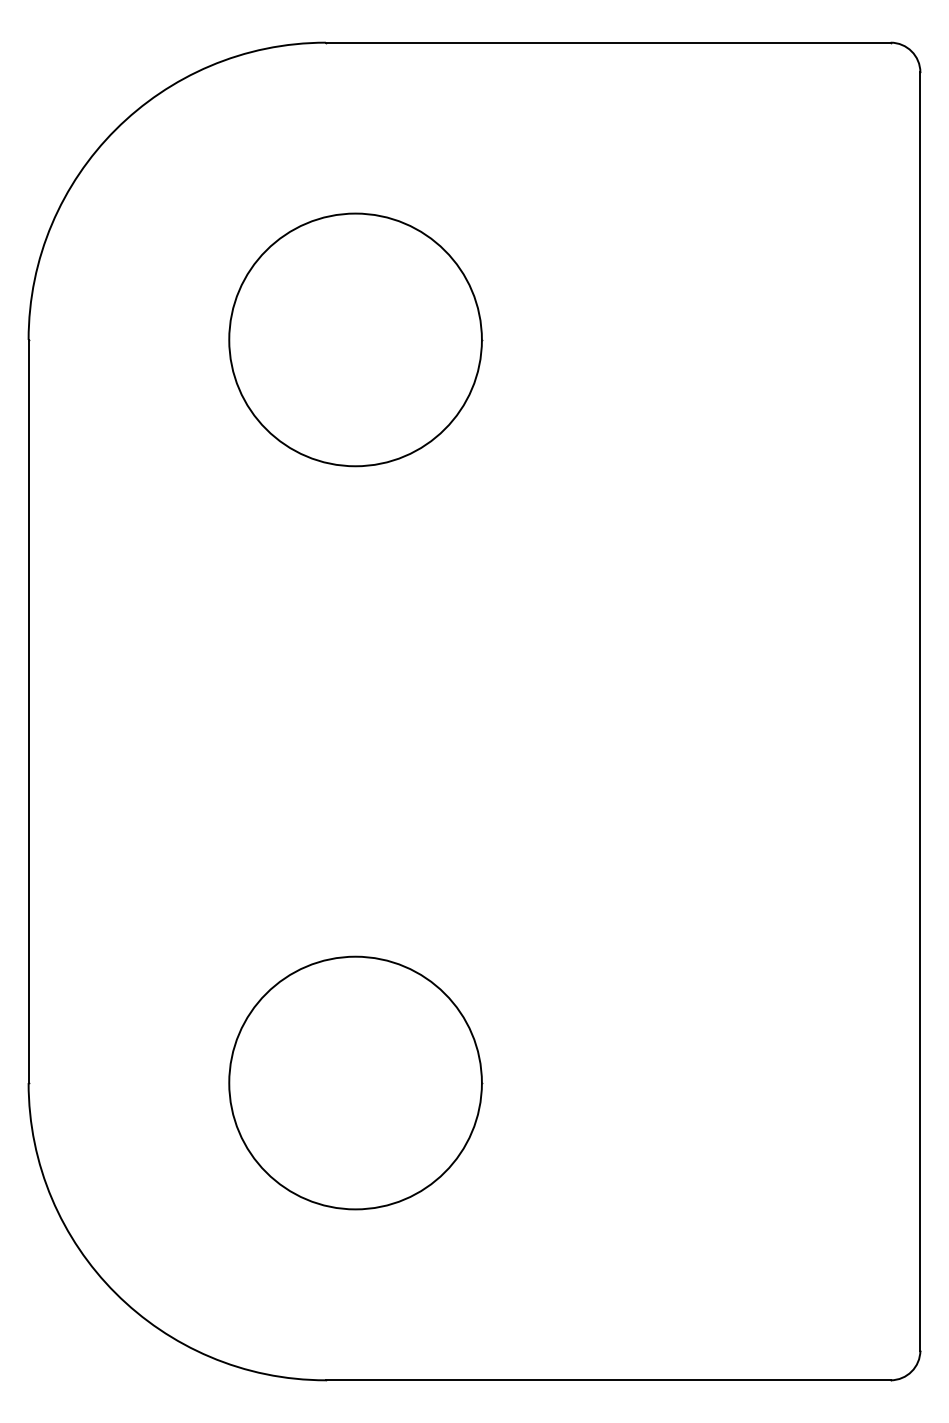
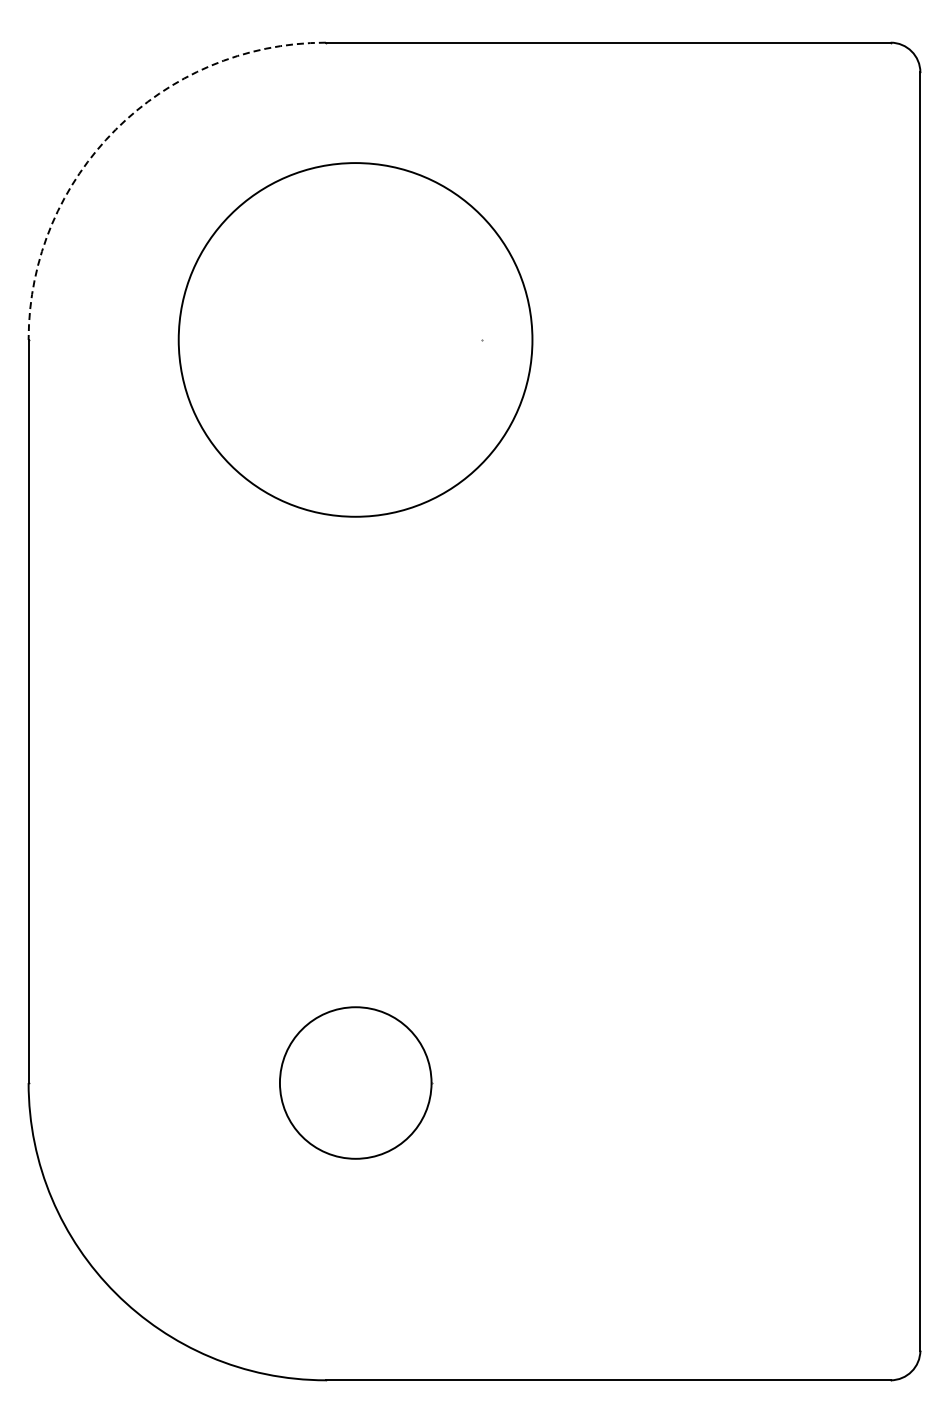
arc at (115, 129): solid -> dashed
circle at (355, 339) diameter: 253 px -> 354 px
part at (355, 1082) size: 256x256 px -> 155x154 px
